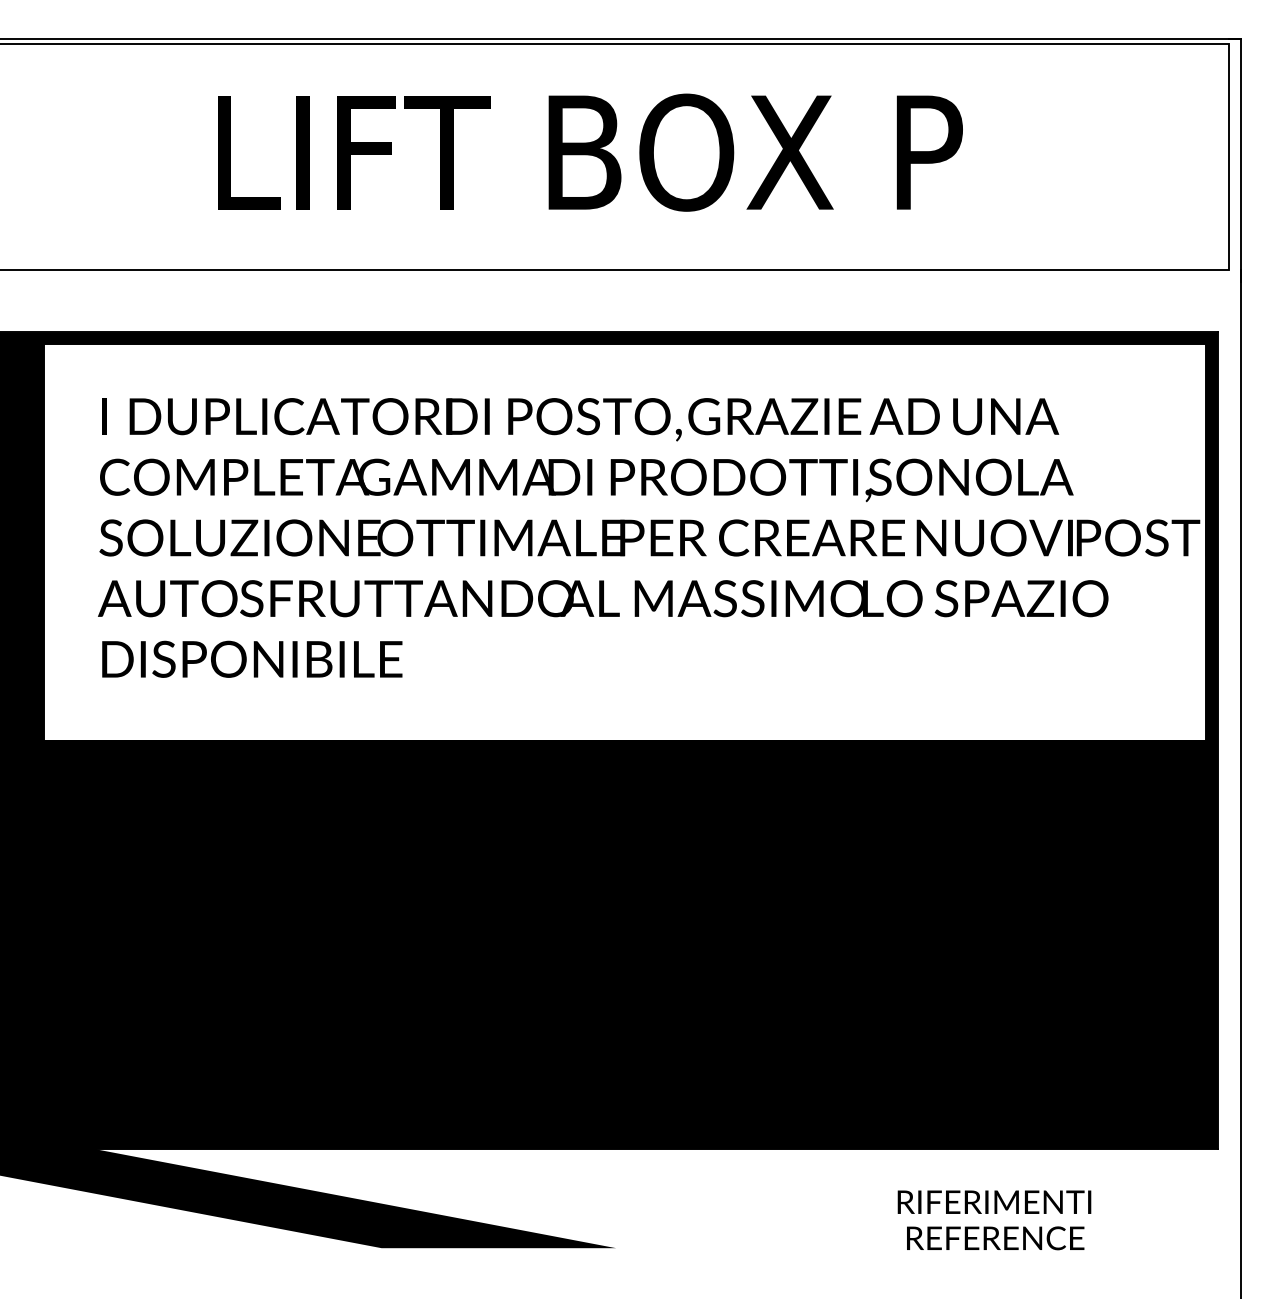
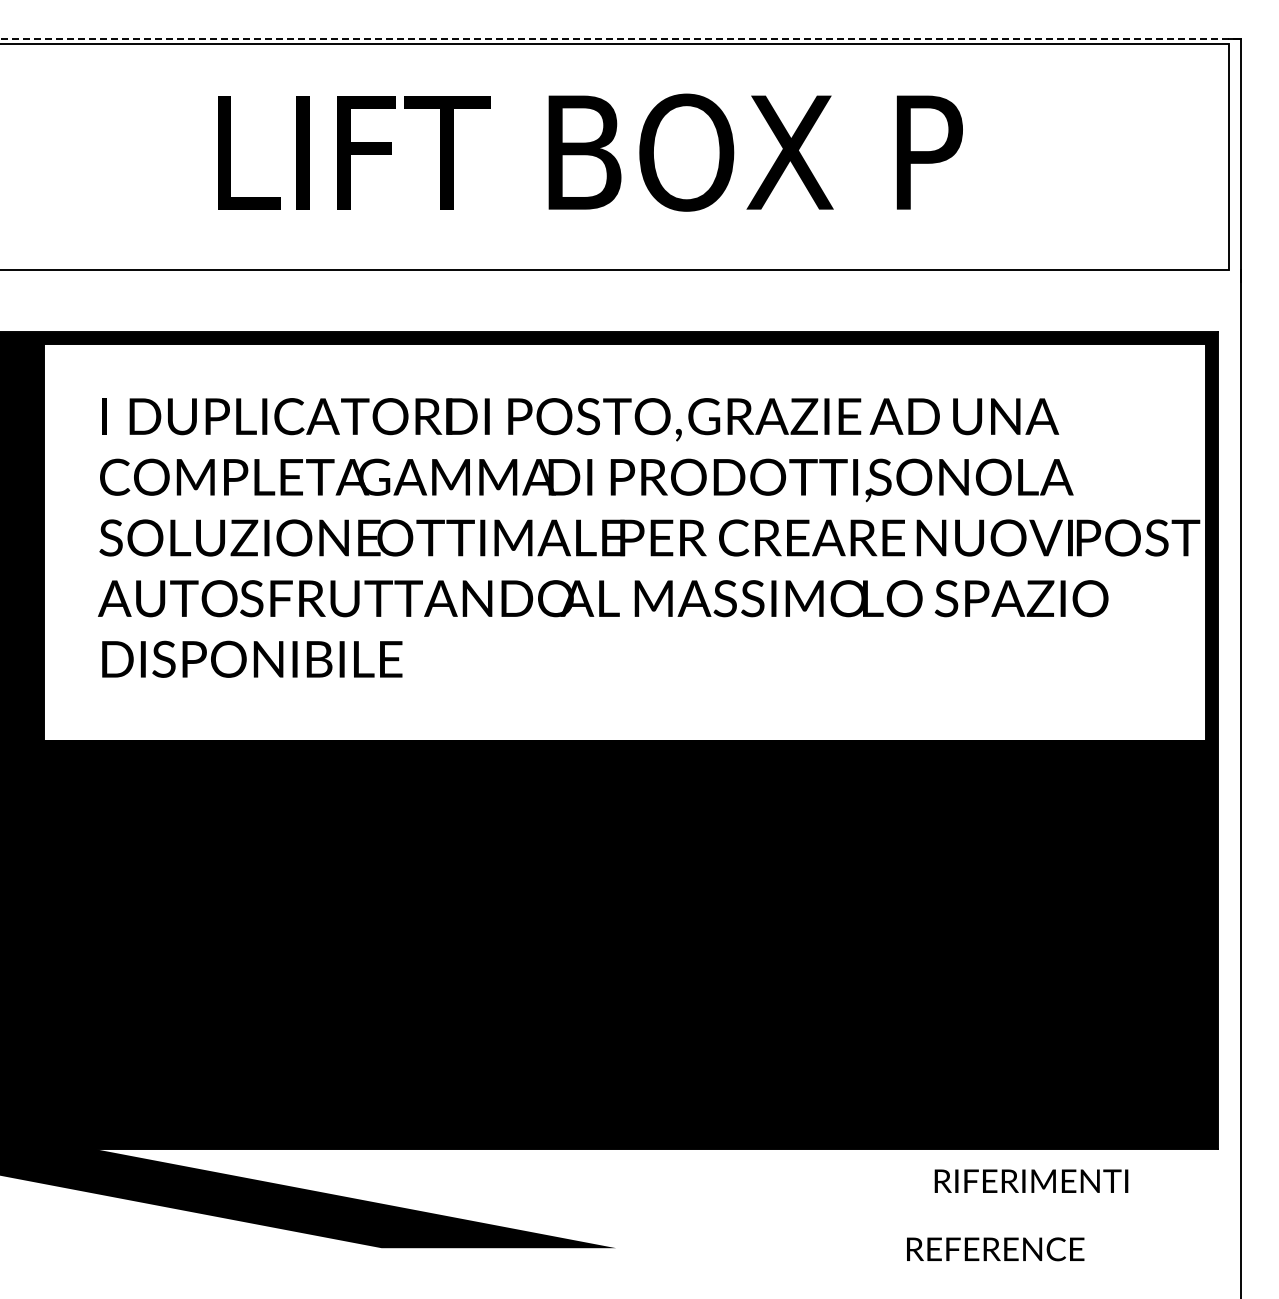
line at (620, 38): solid -> dashed
text at (994, 1201) position: (994, 1201) -> (1031, 1180)
text at (995, 1238) position: (995, 1238) -> (995, 1249)
